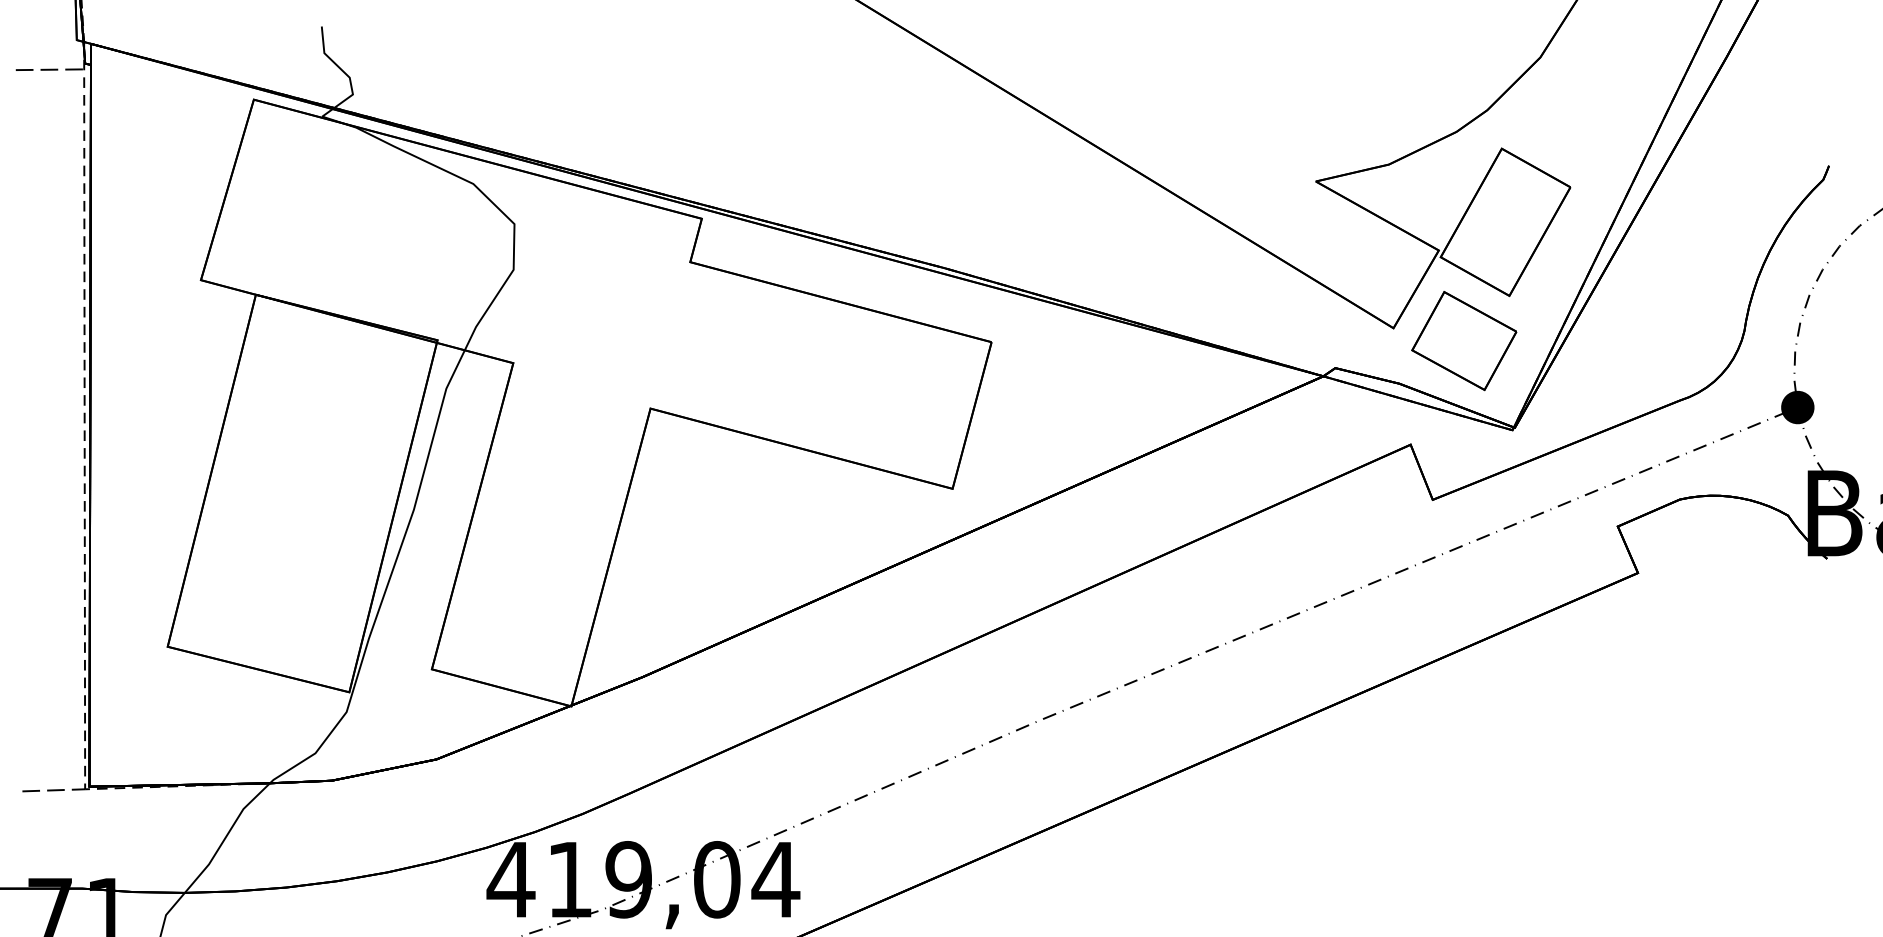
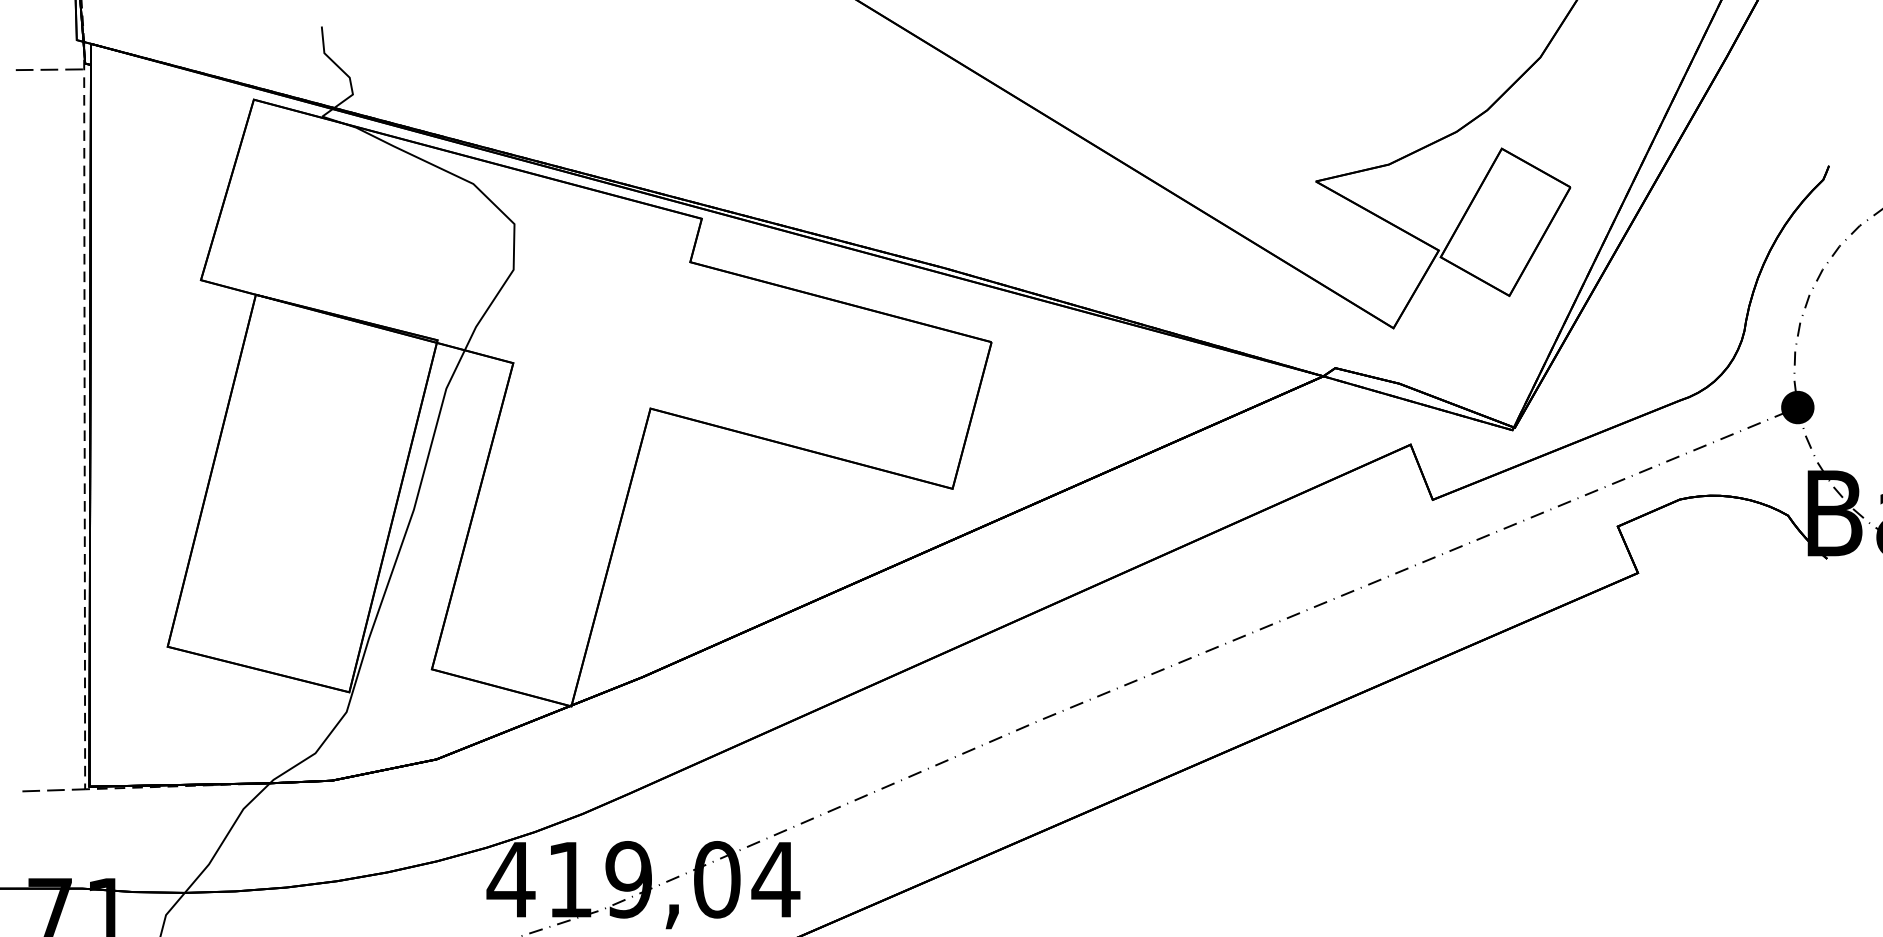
part at (1464, 341): present -> none
